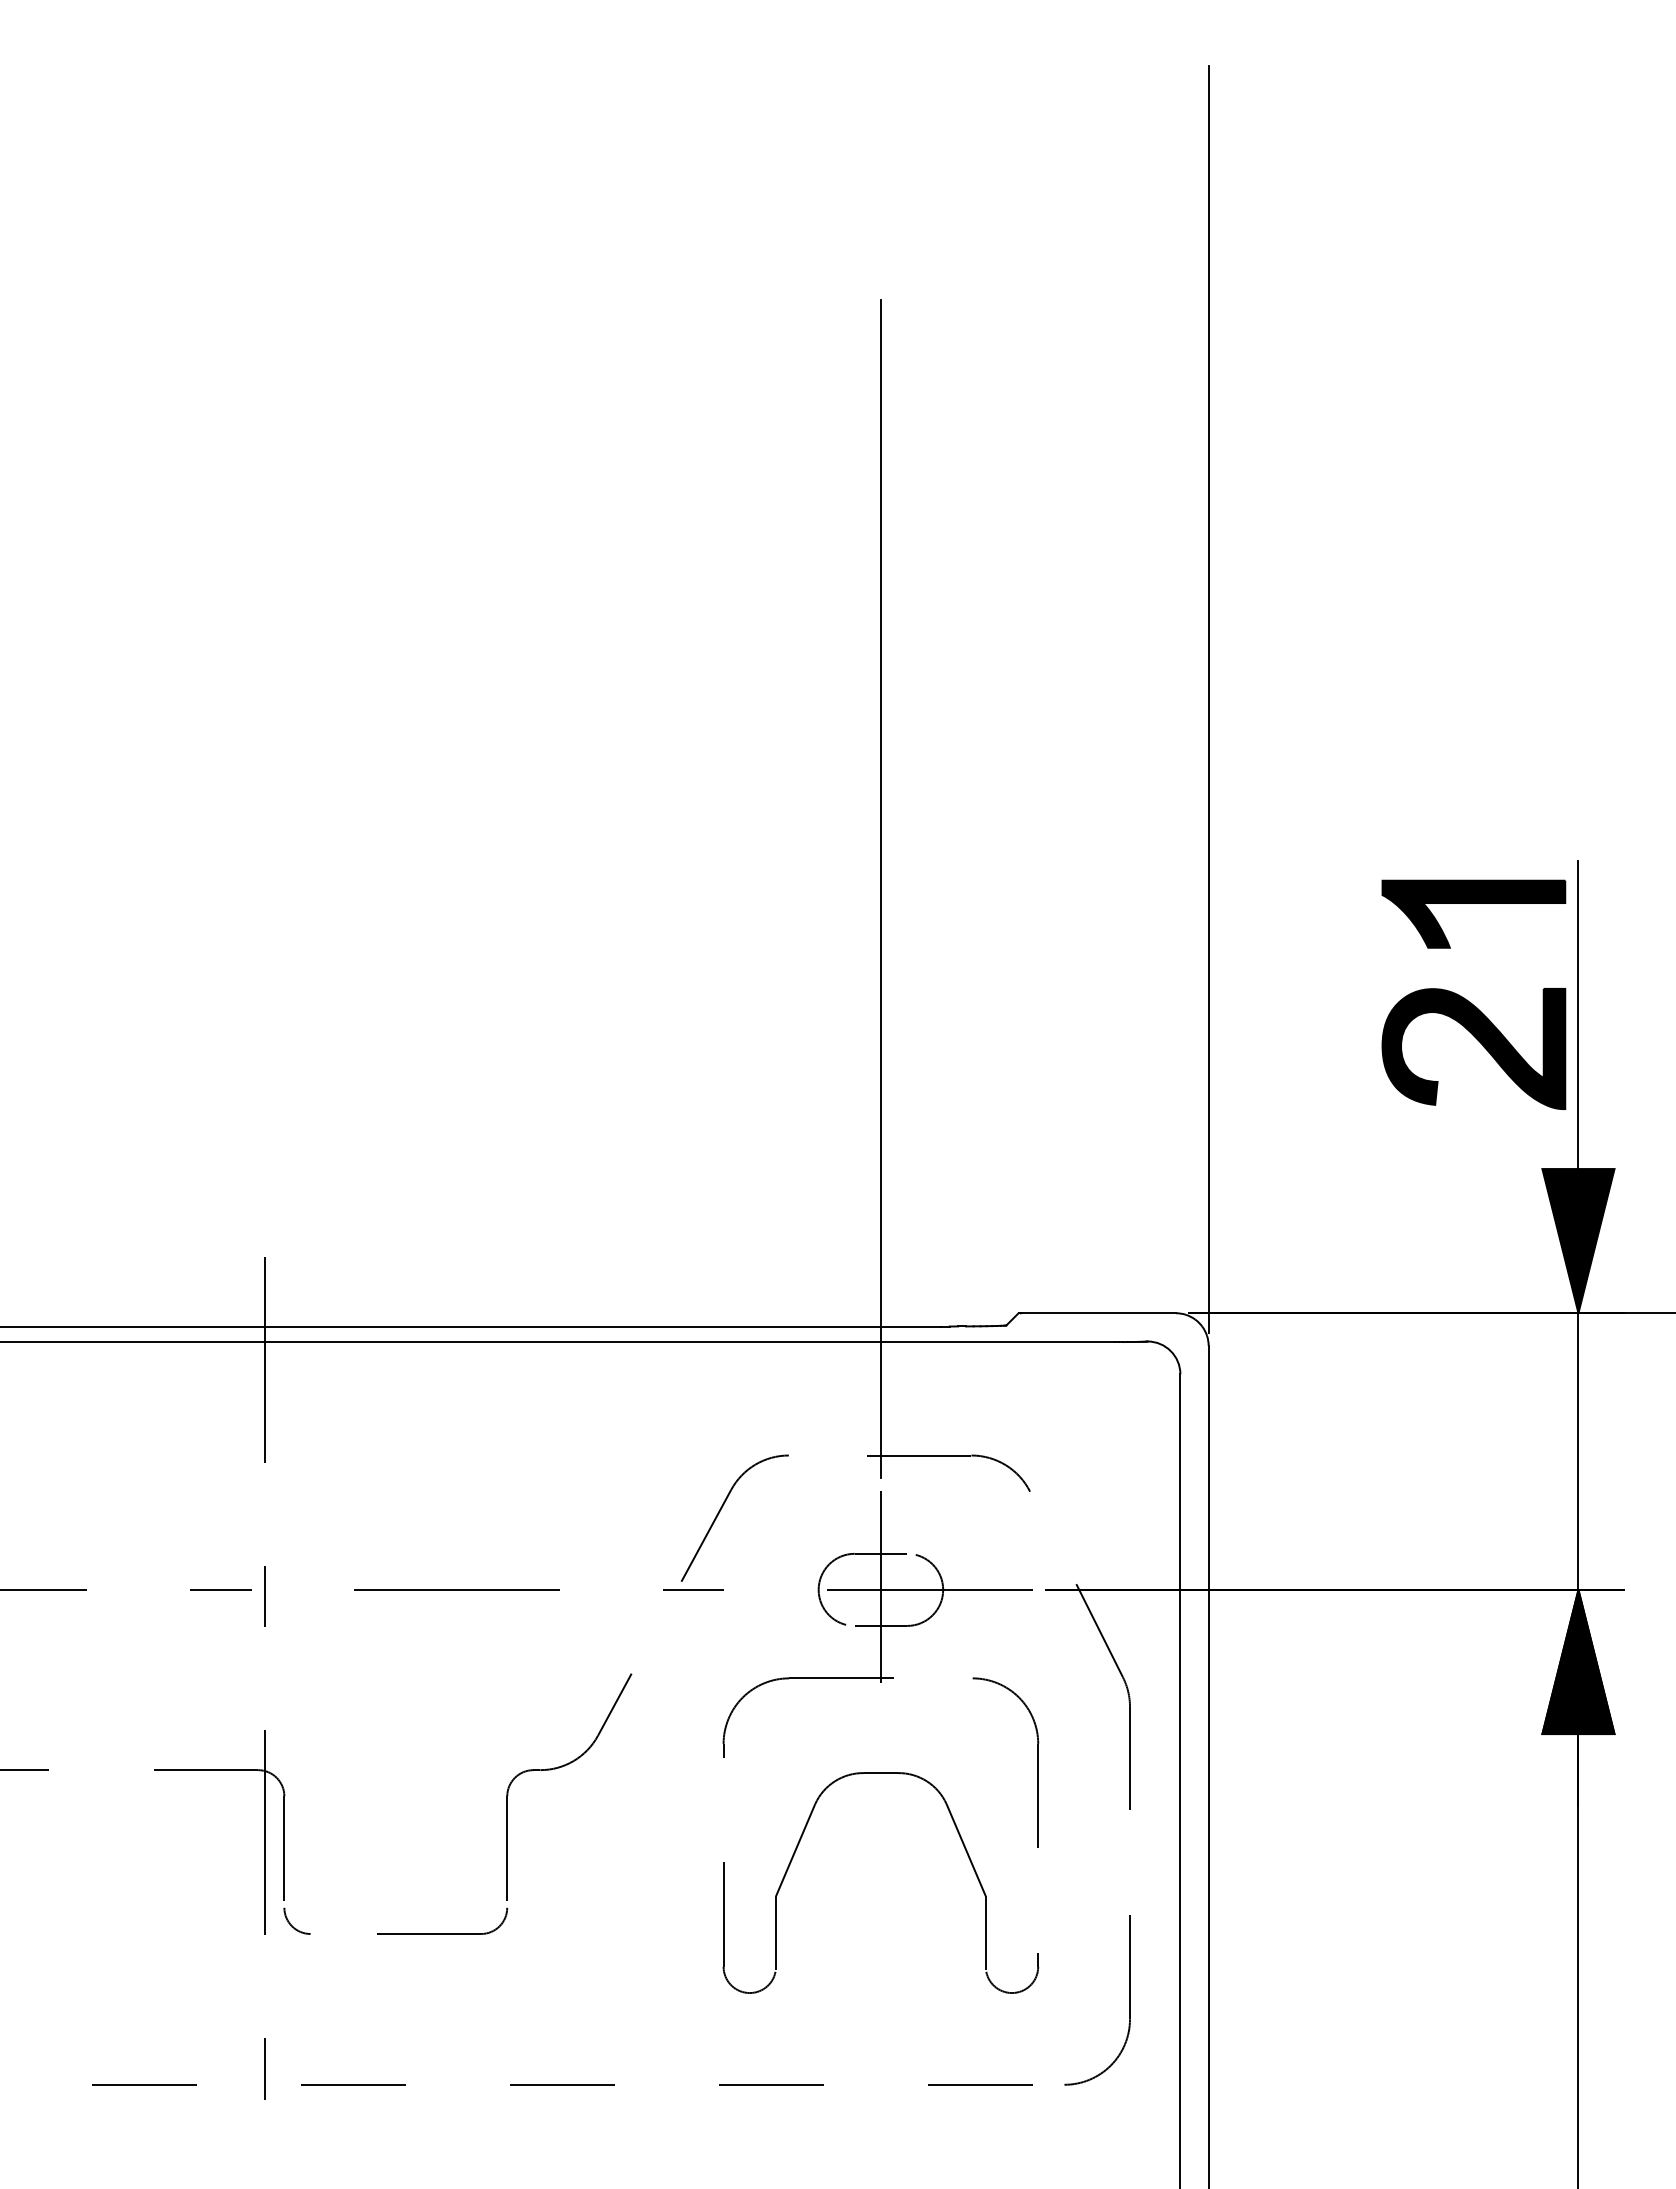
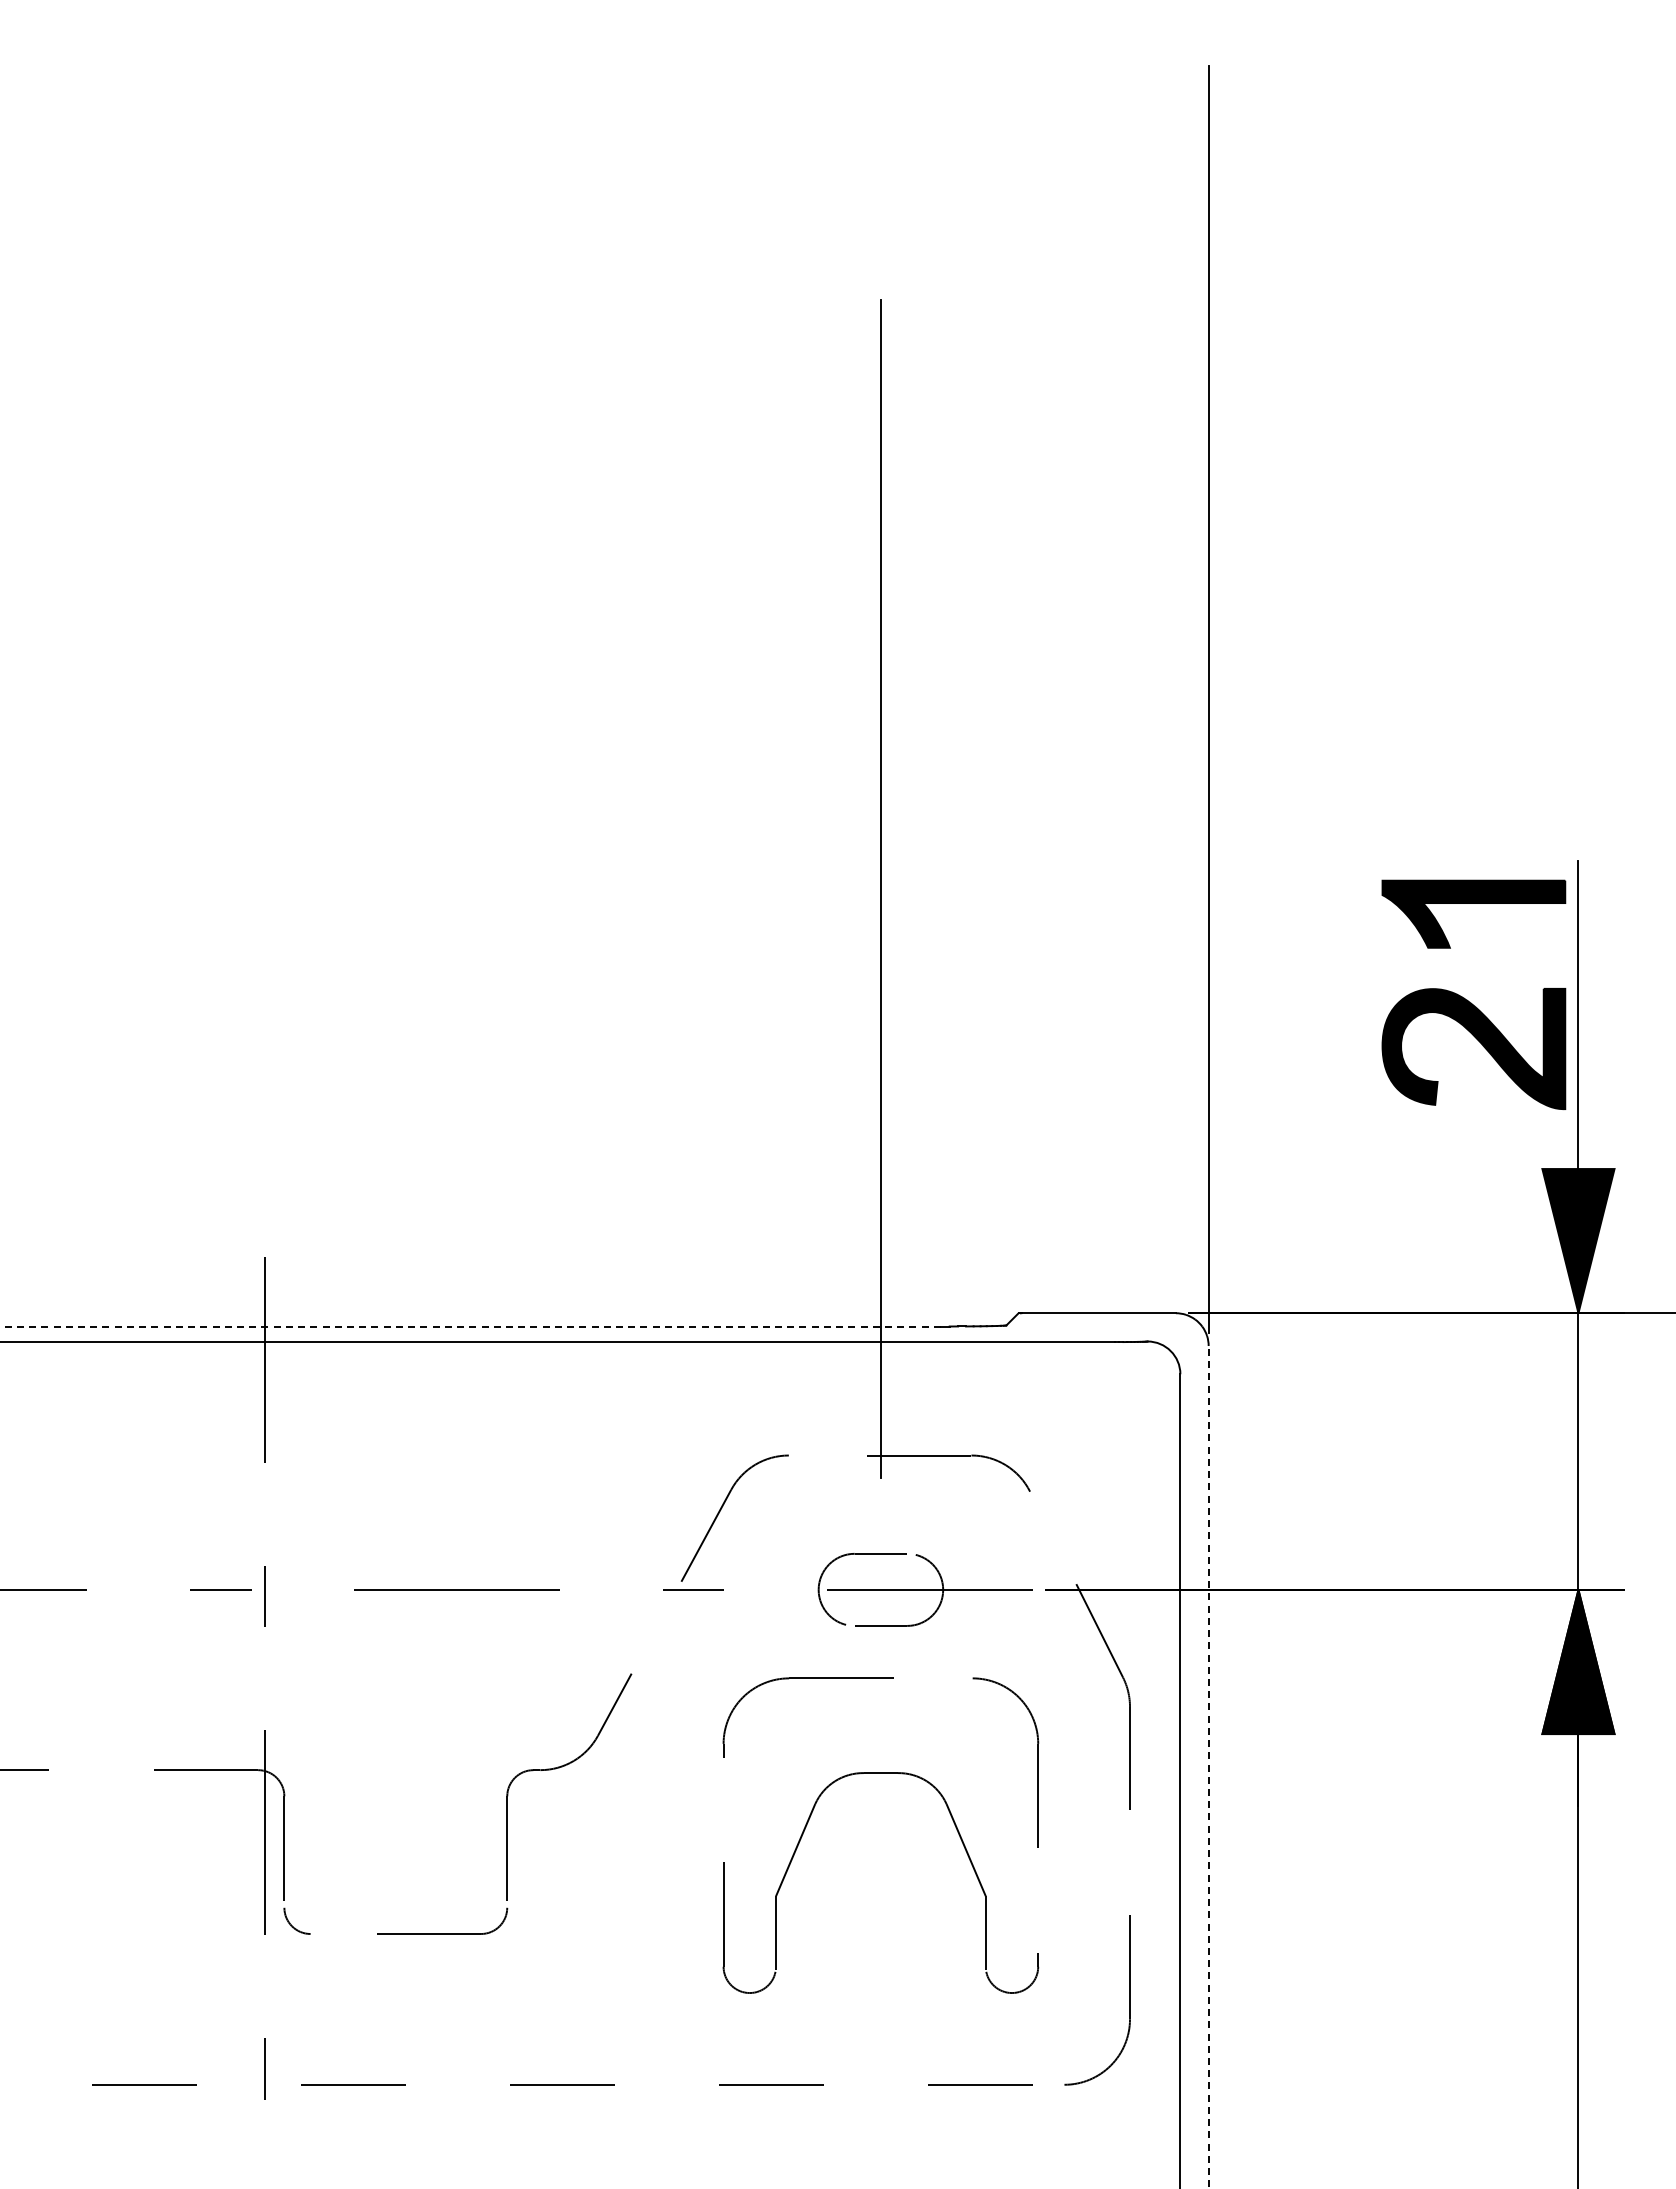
line at (470, 1326): solid -> dashed
line at (880, 1586): present -> none
line at (1208, 1766): solid -> dashed
